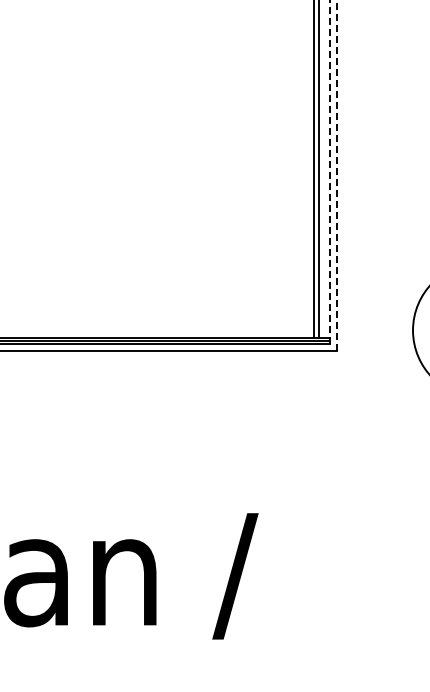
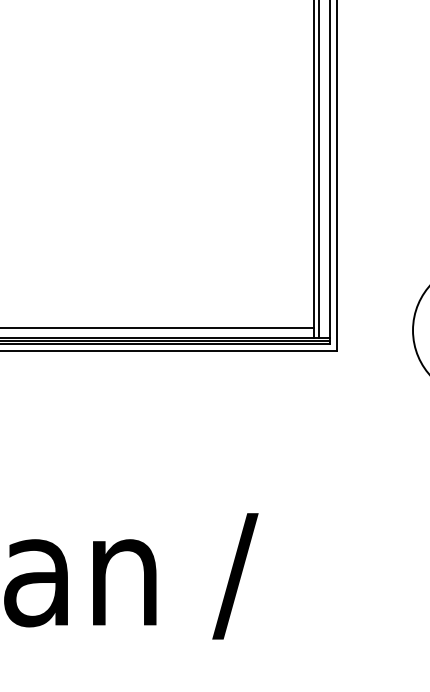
line at (330, 172): dashed -> solid
line at (337, 175): dashed -> solid
line at (157, 327): none -> present
